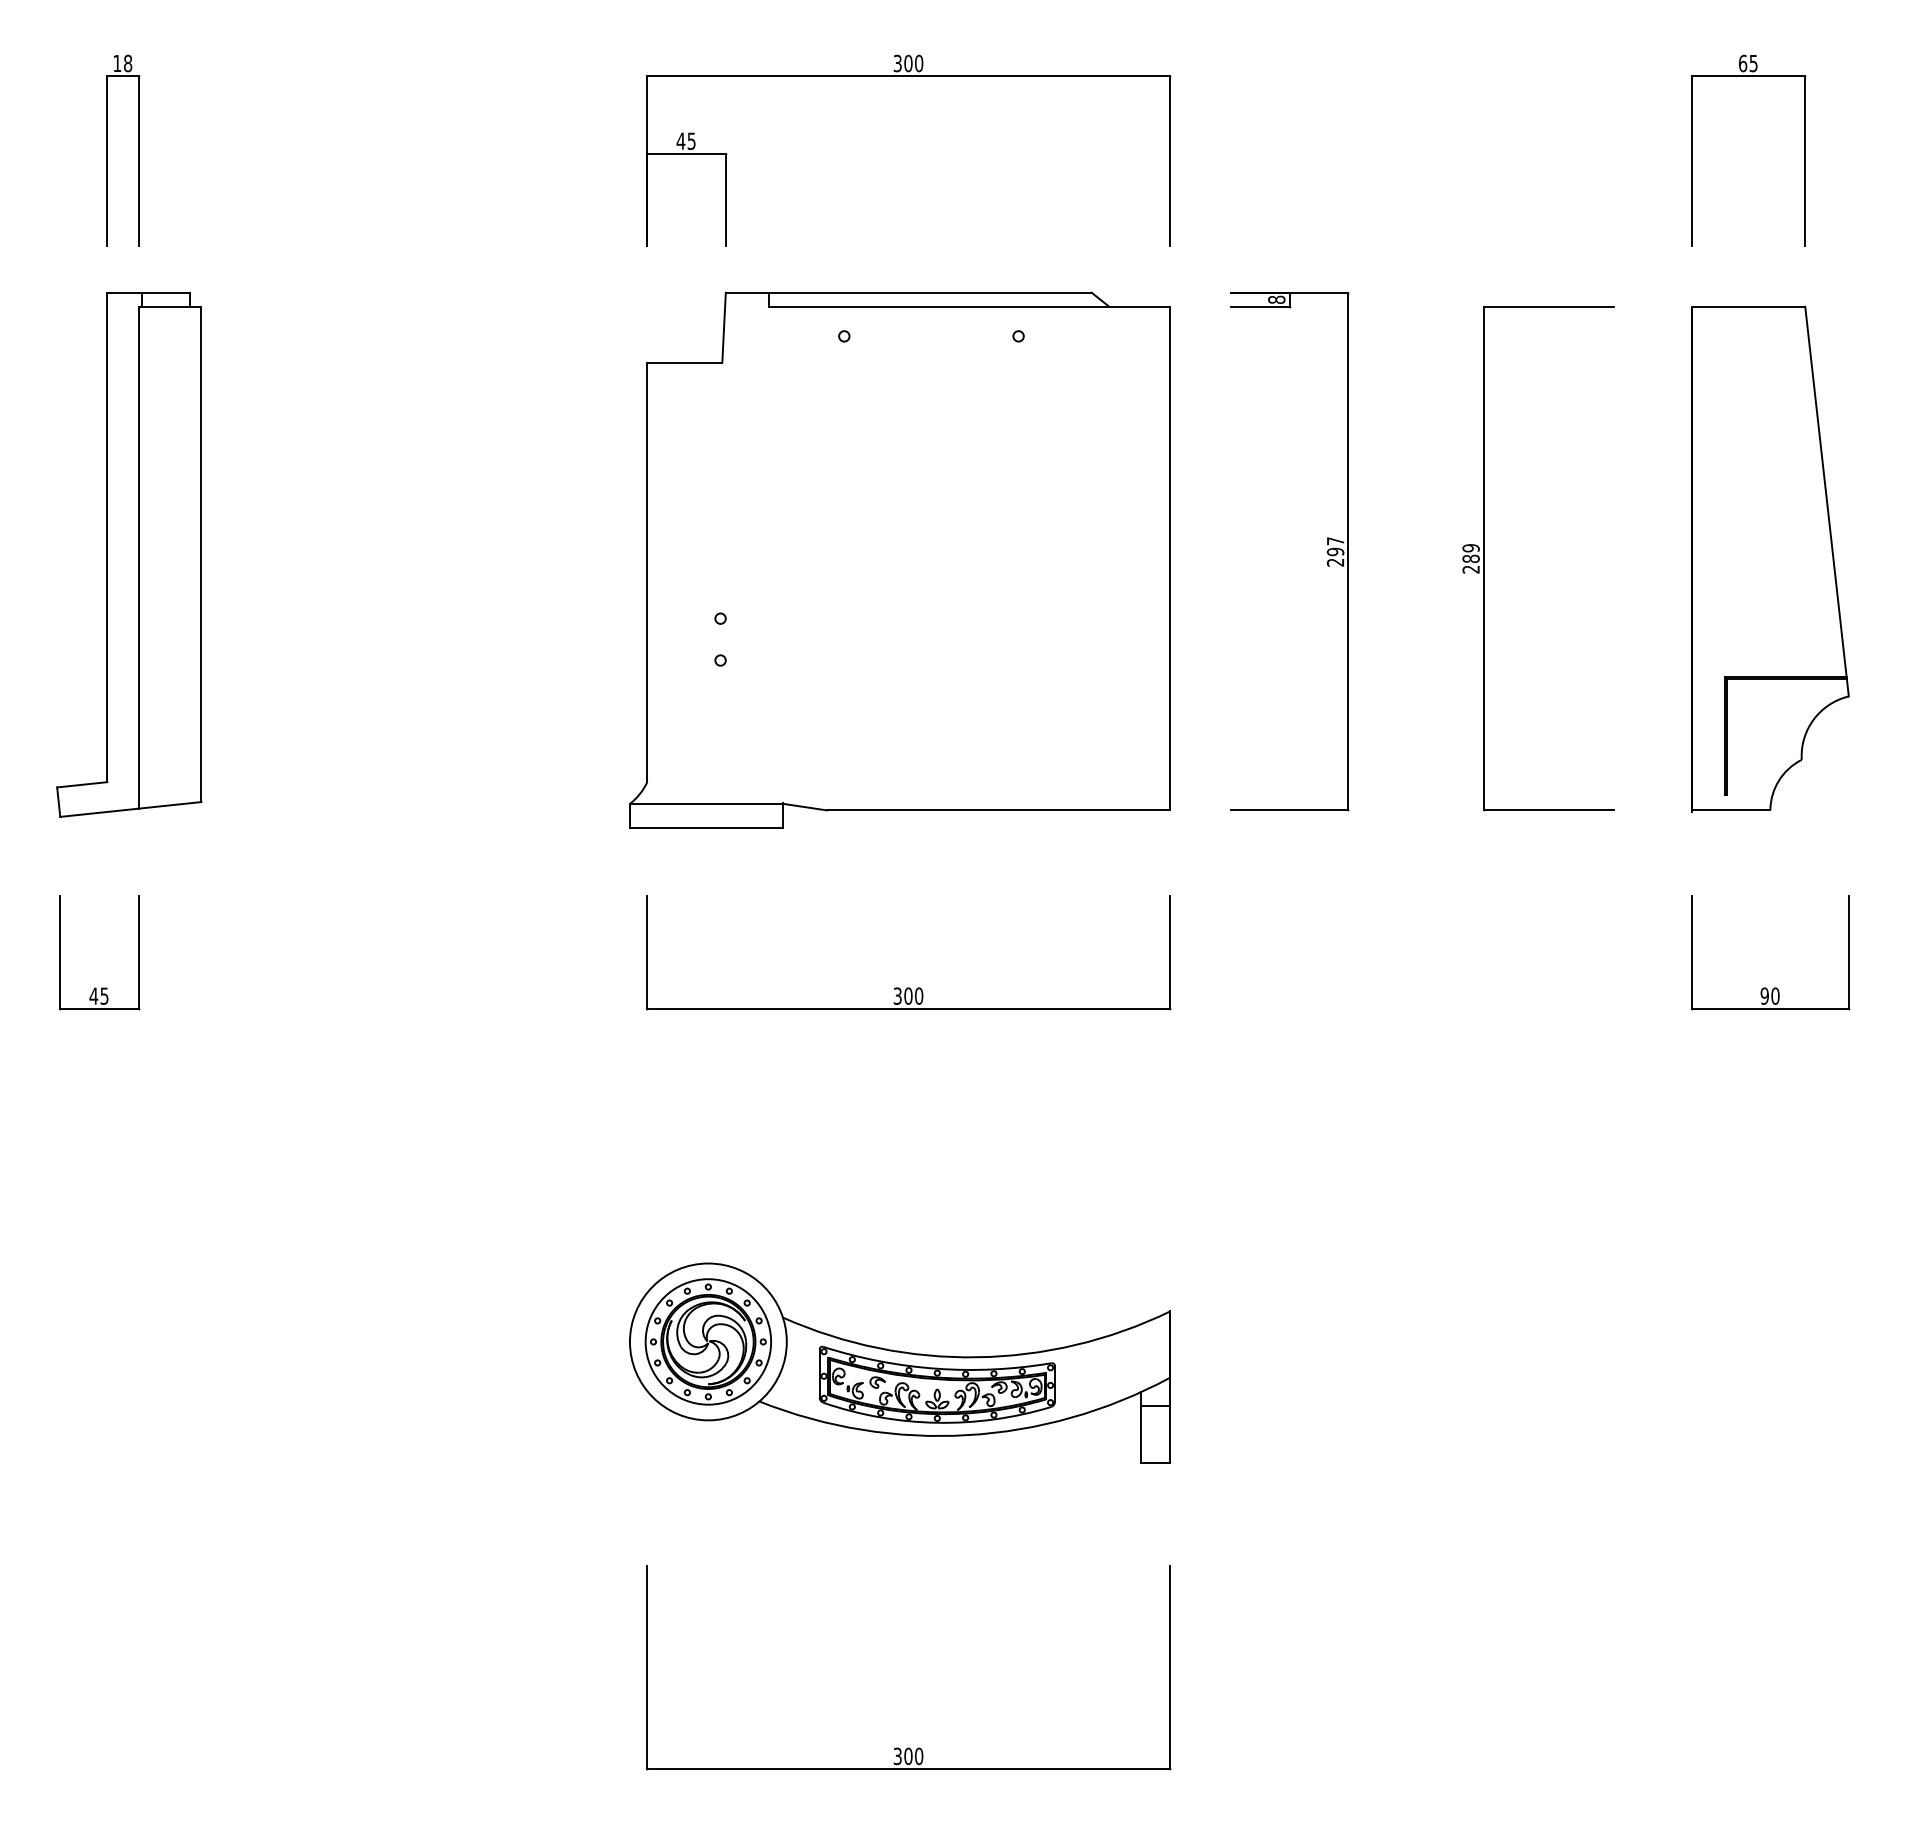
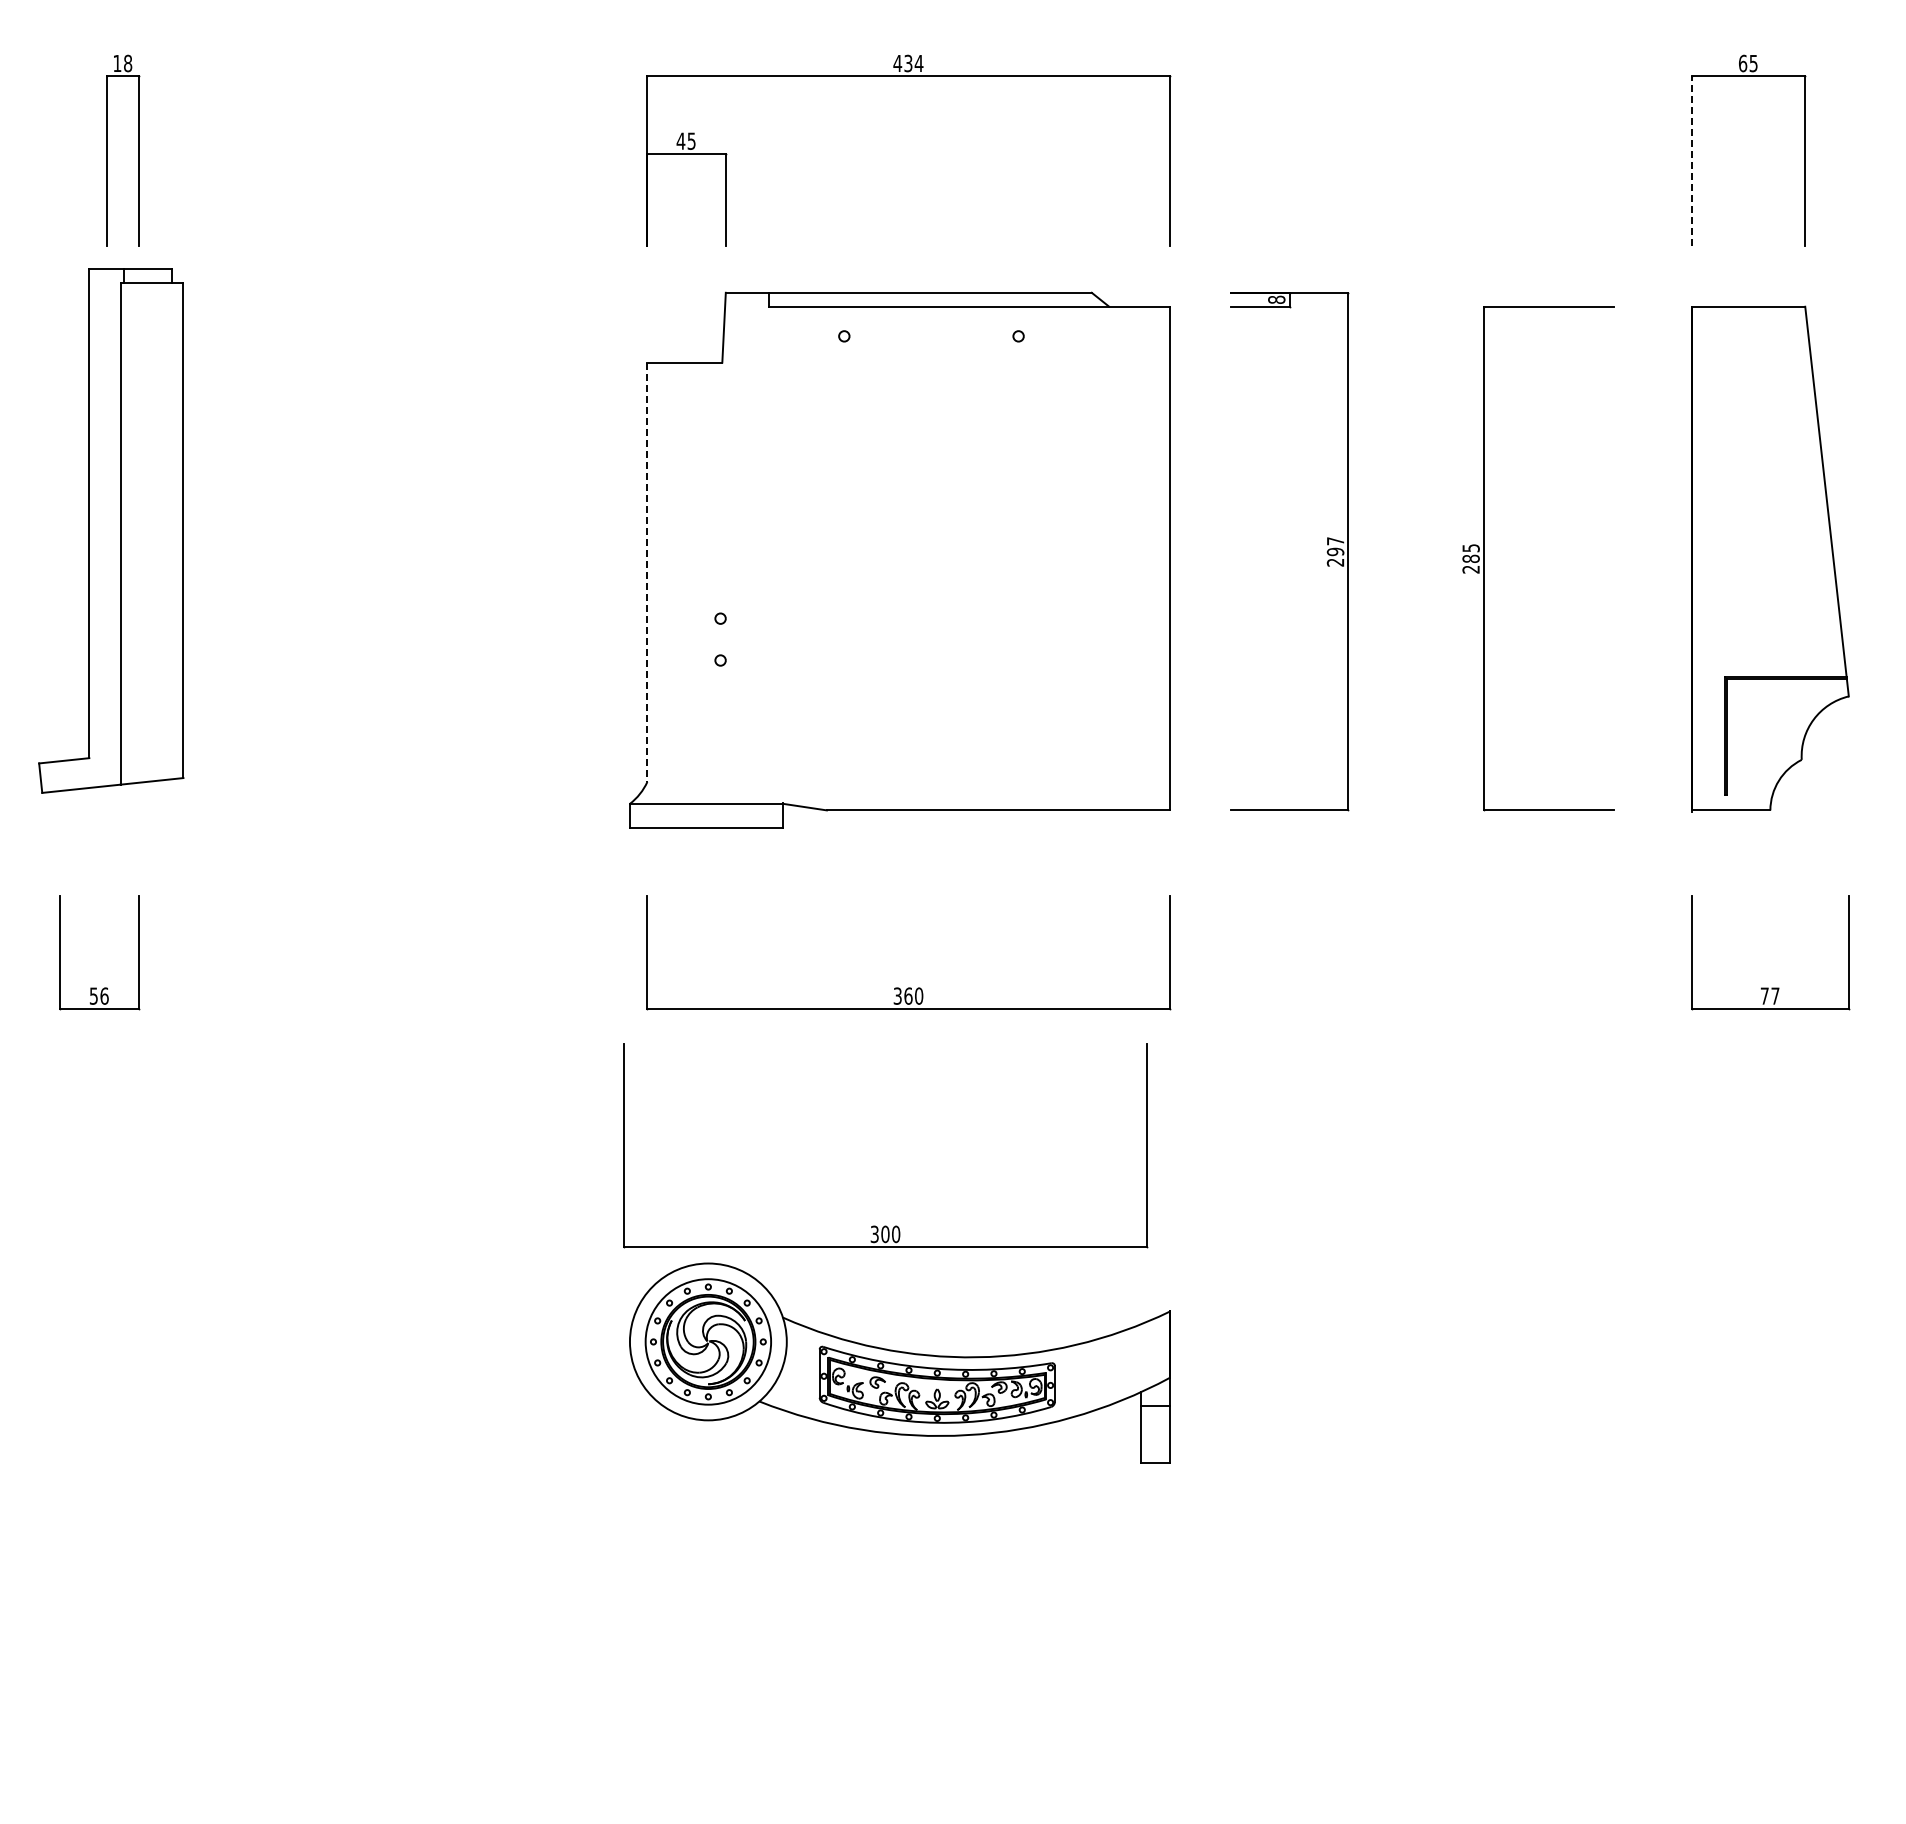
text at (908, 63): 300 -> 434
line at (1691, 161): solid -> dashed
text at (1470, 548): 289 -> 285
part at (129, 554) position: (129, 554) -> (111, 530)
line at (647, 572): solid -> dashed
text at (98, 995): 45 -> 56
text at (908, 995): 300 -> 360
text at (1769, 995): 90 -> 77
part at (908, 1747) position: (908, 1747) -> (885, 1225)
